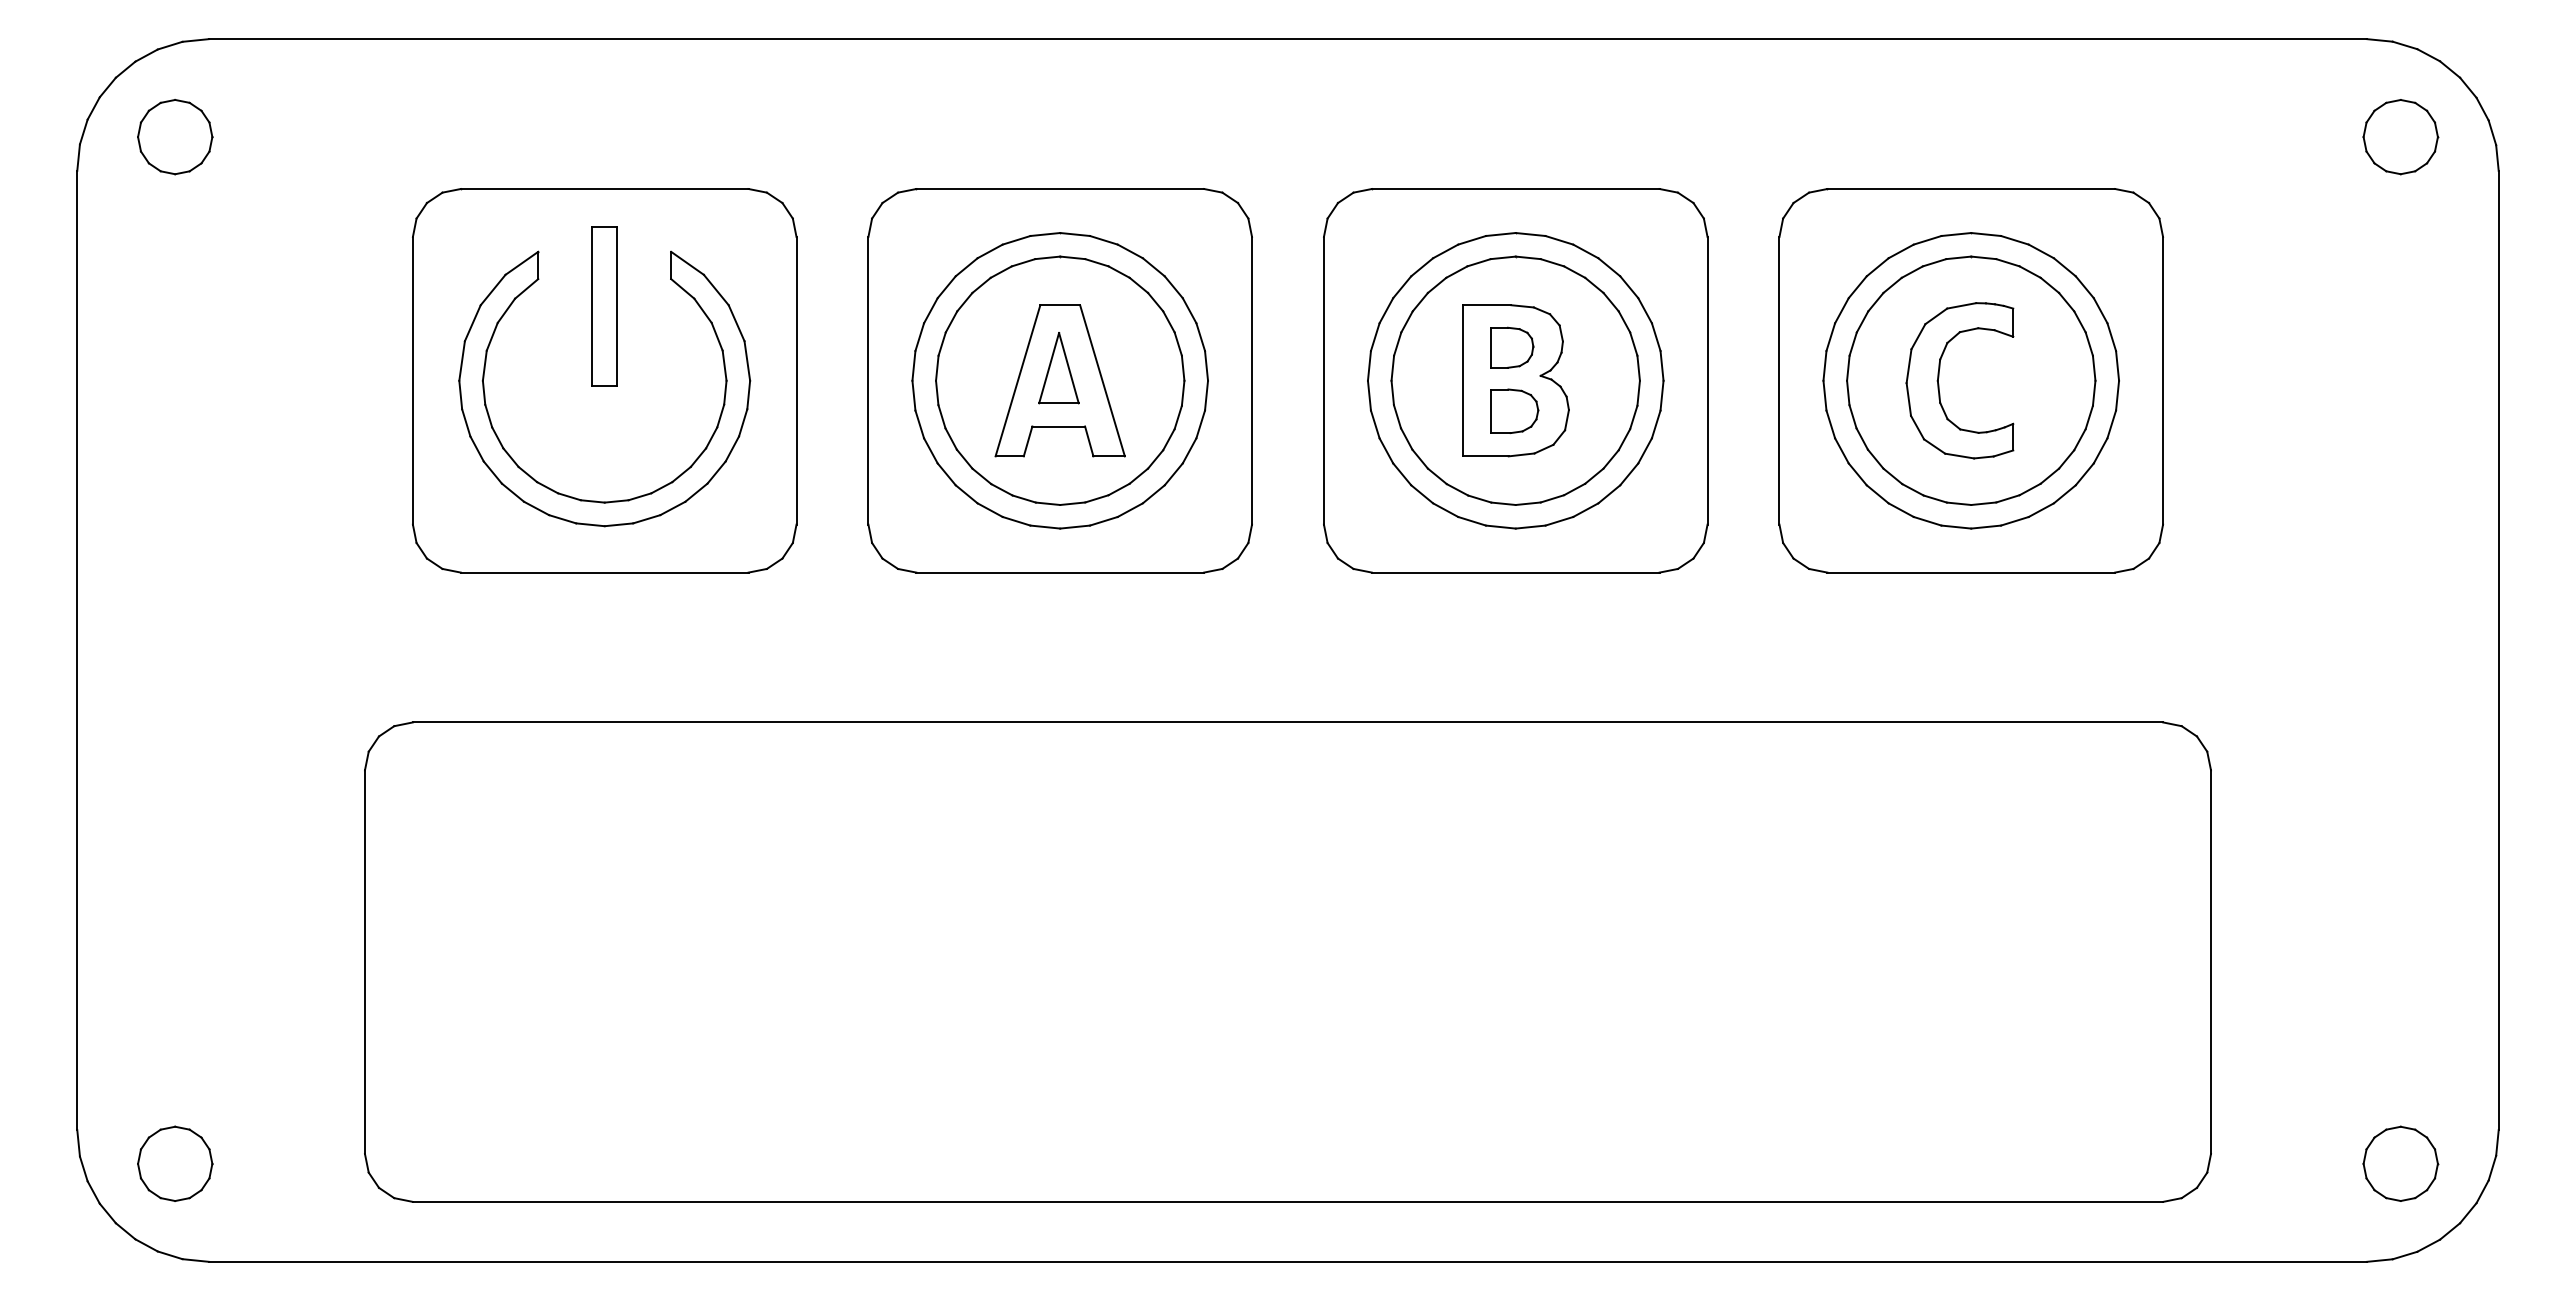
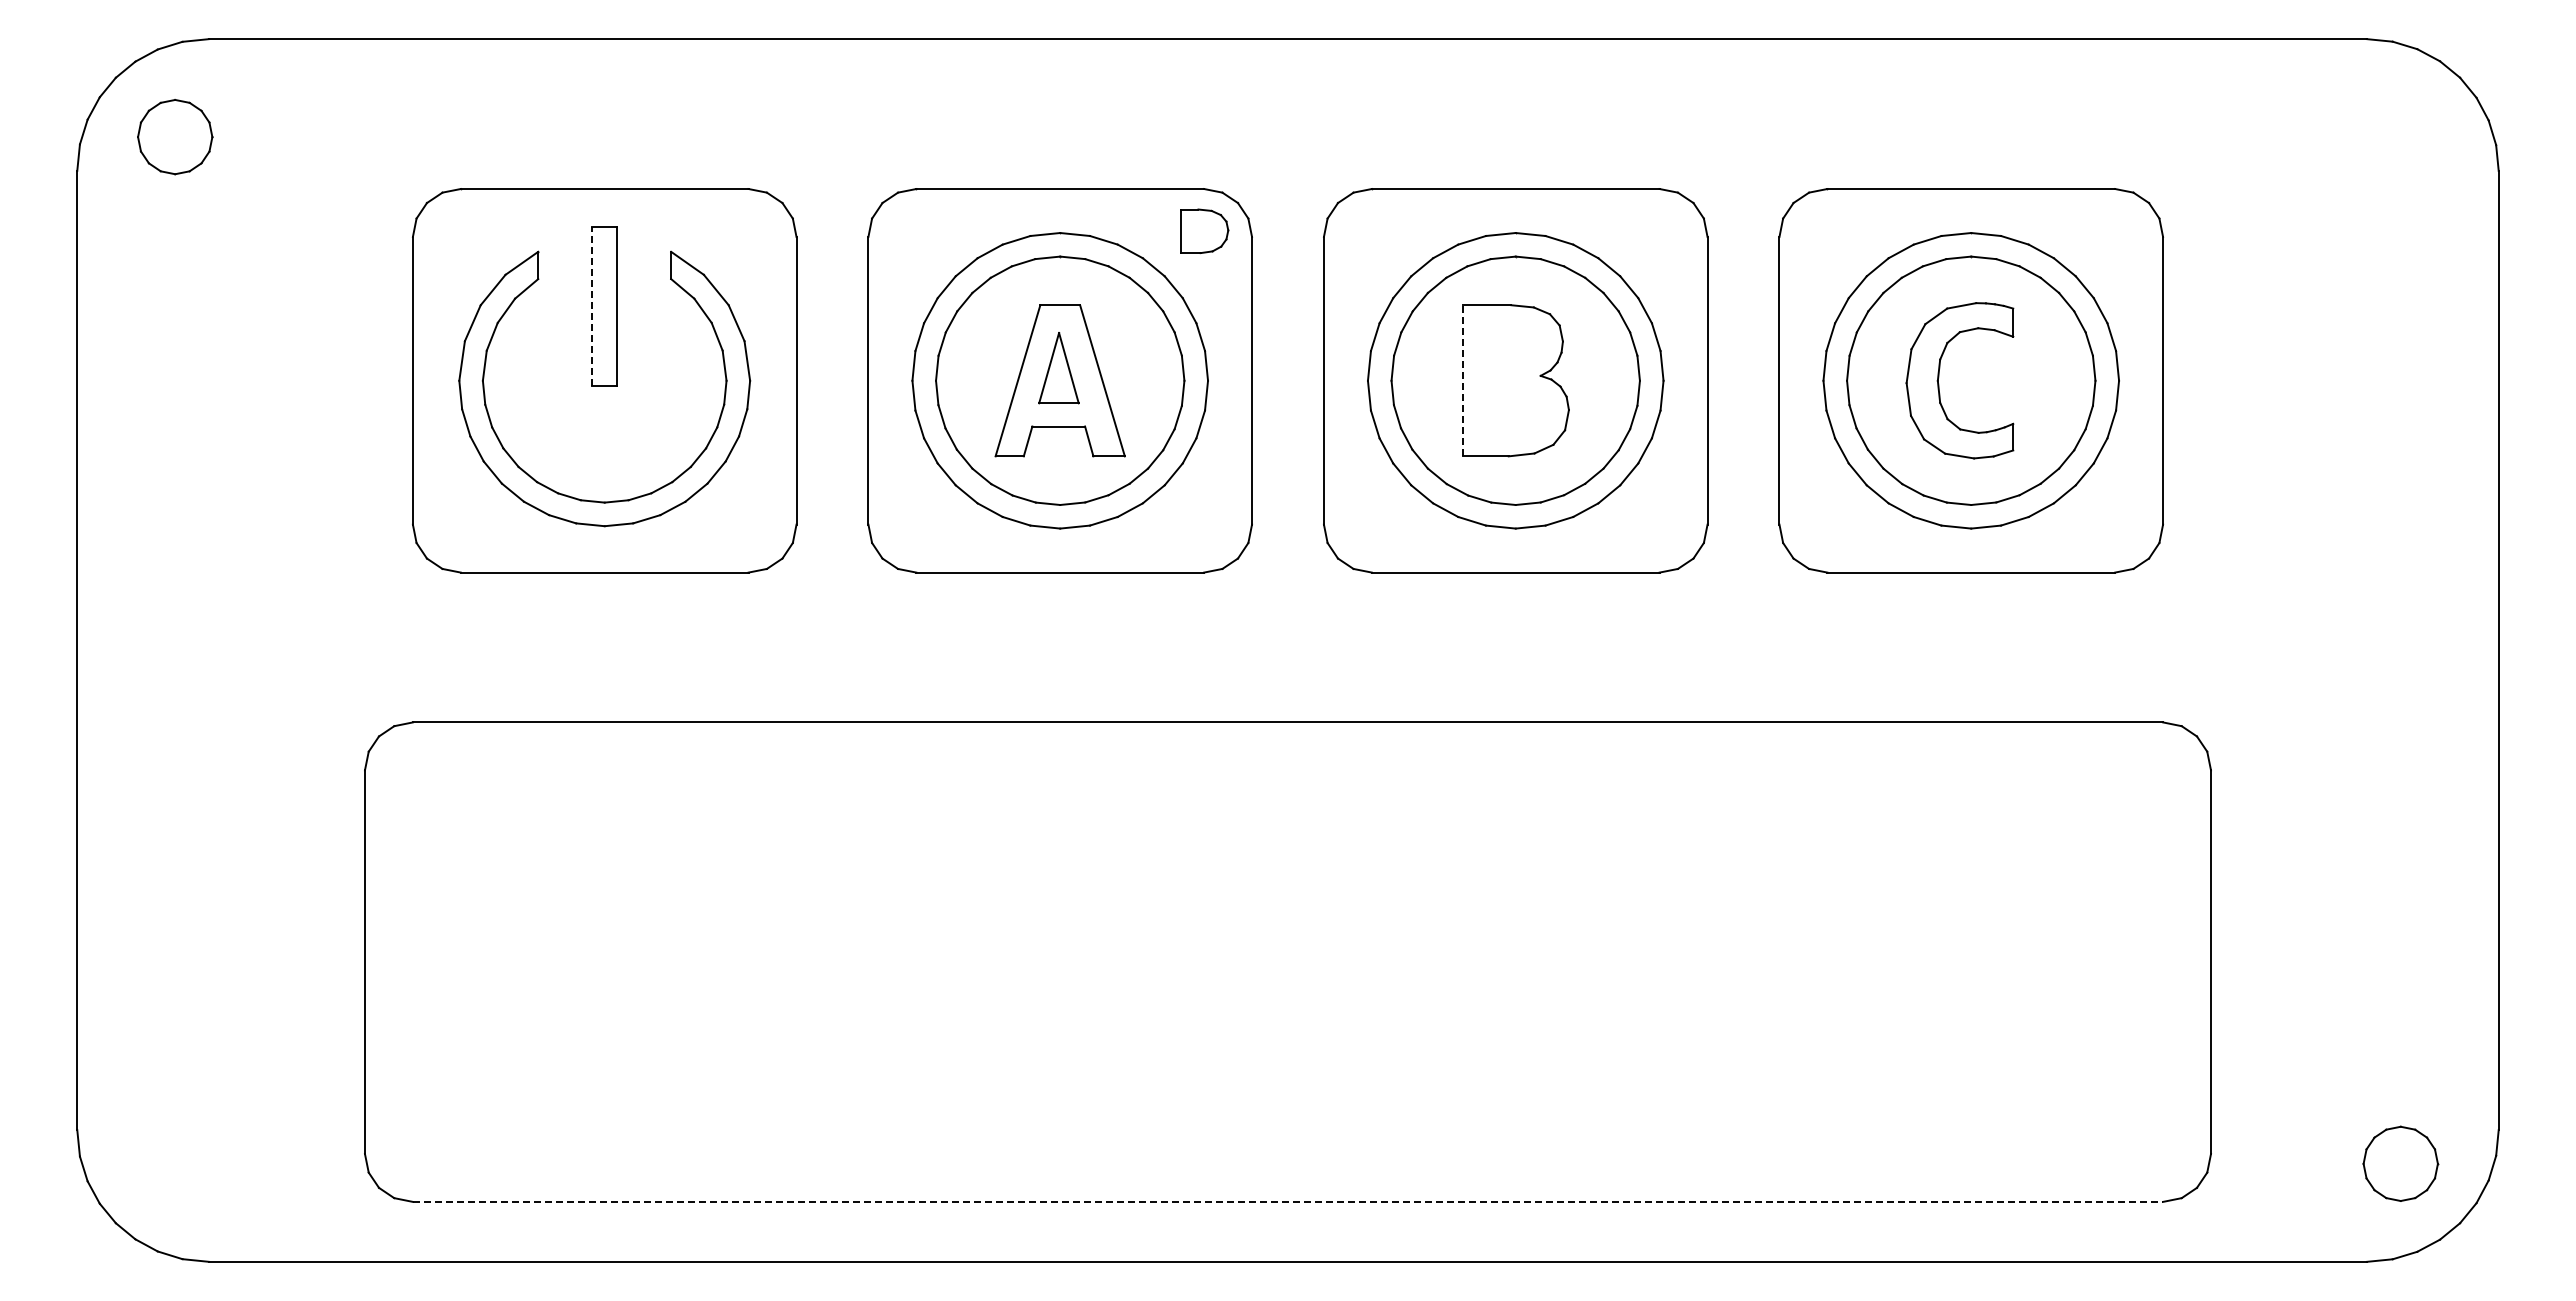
part at (2400, 137): present -> none
line at (592, 306): solid -> dashed
part at (1512, 347): present -> none
line at (1462, 380): solid -> dashed
part at (1514, 410) position: (1514, 410) -> (1204, 230)
part at (175, 1163): present -> none
line at (1288, 1201): solid -> dashed
